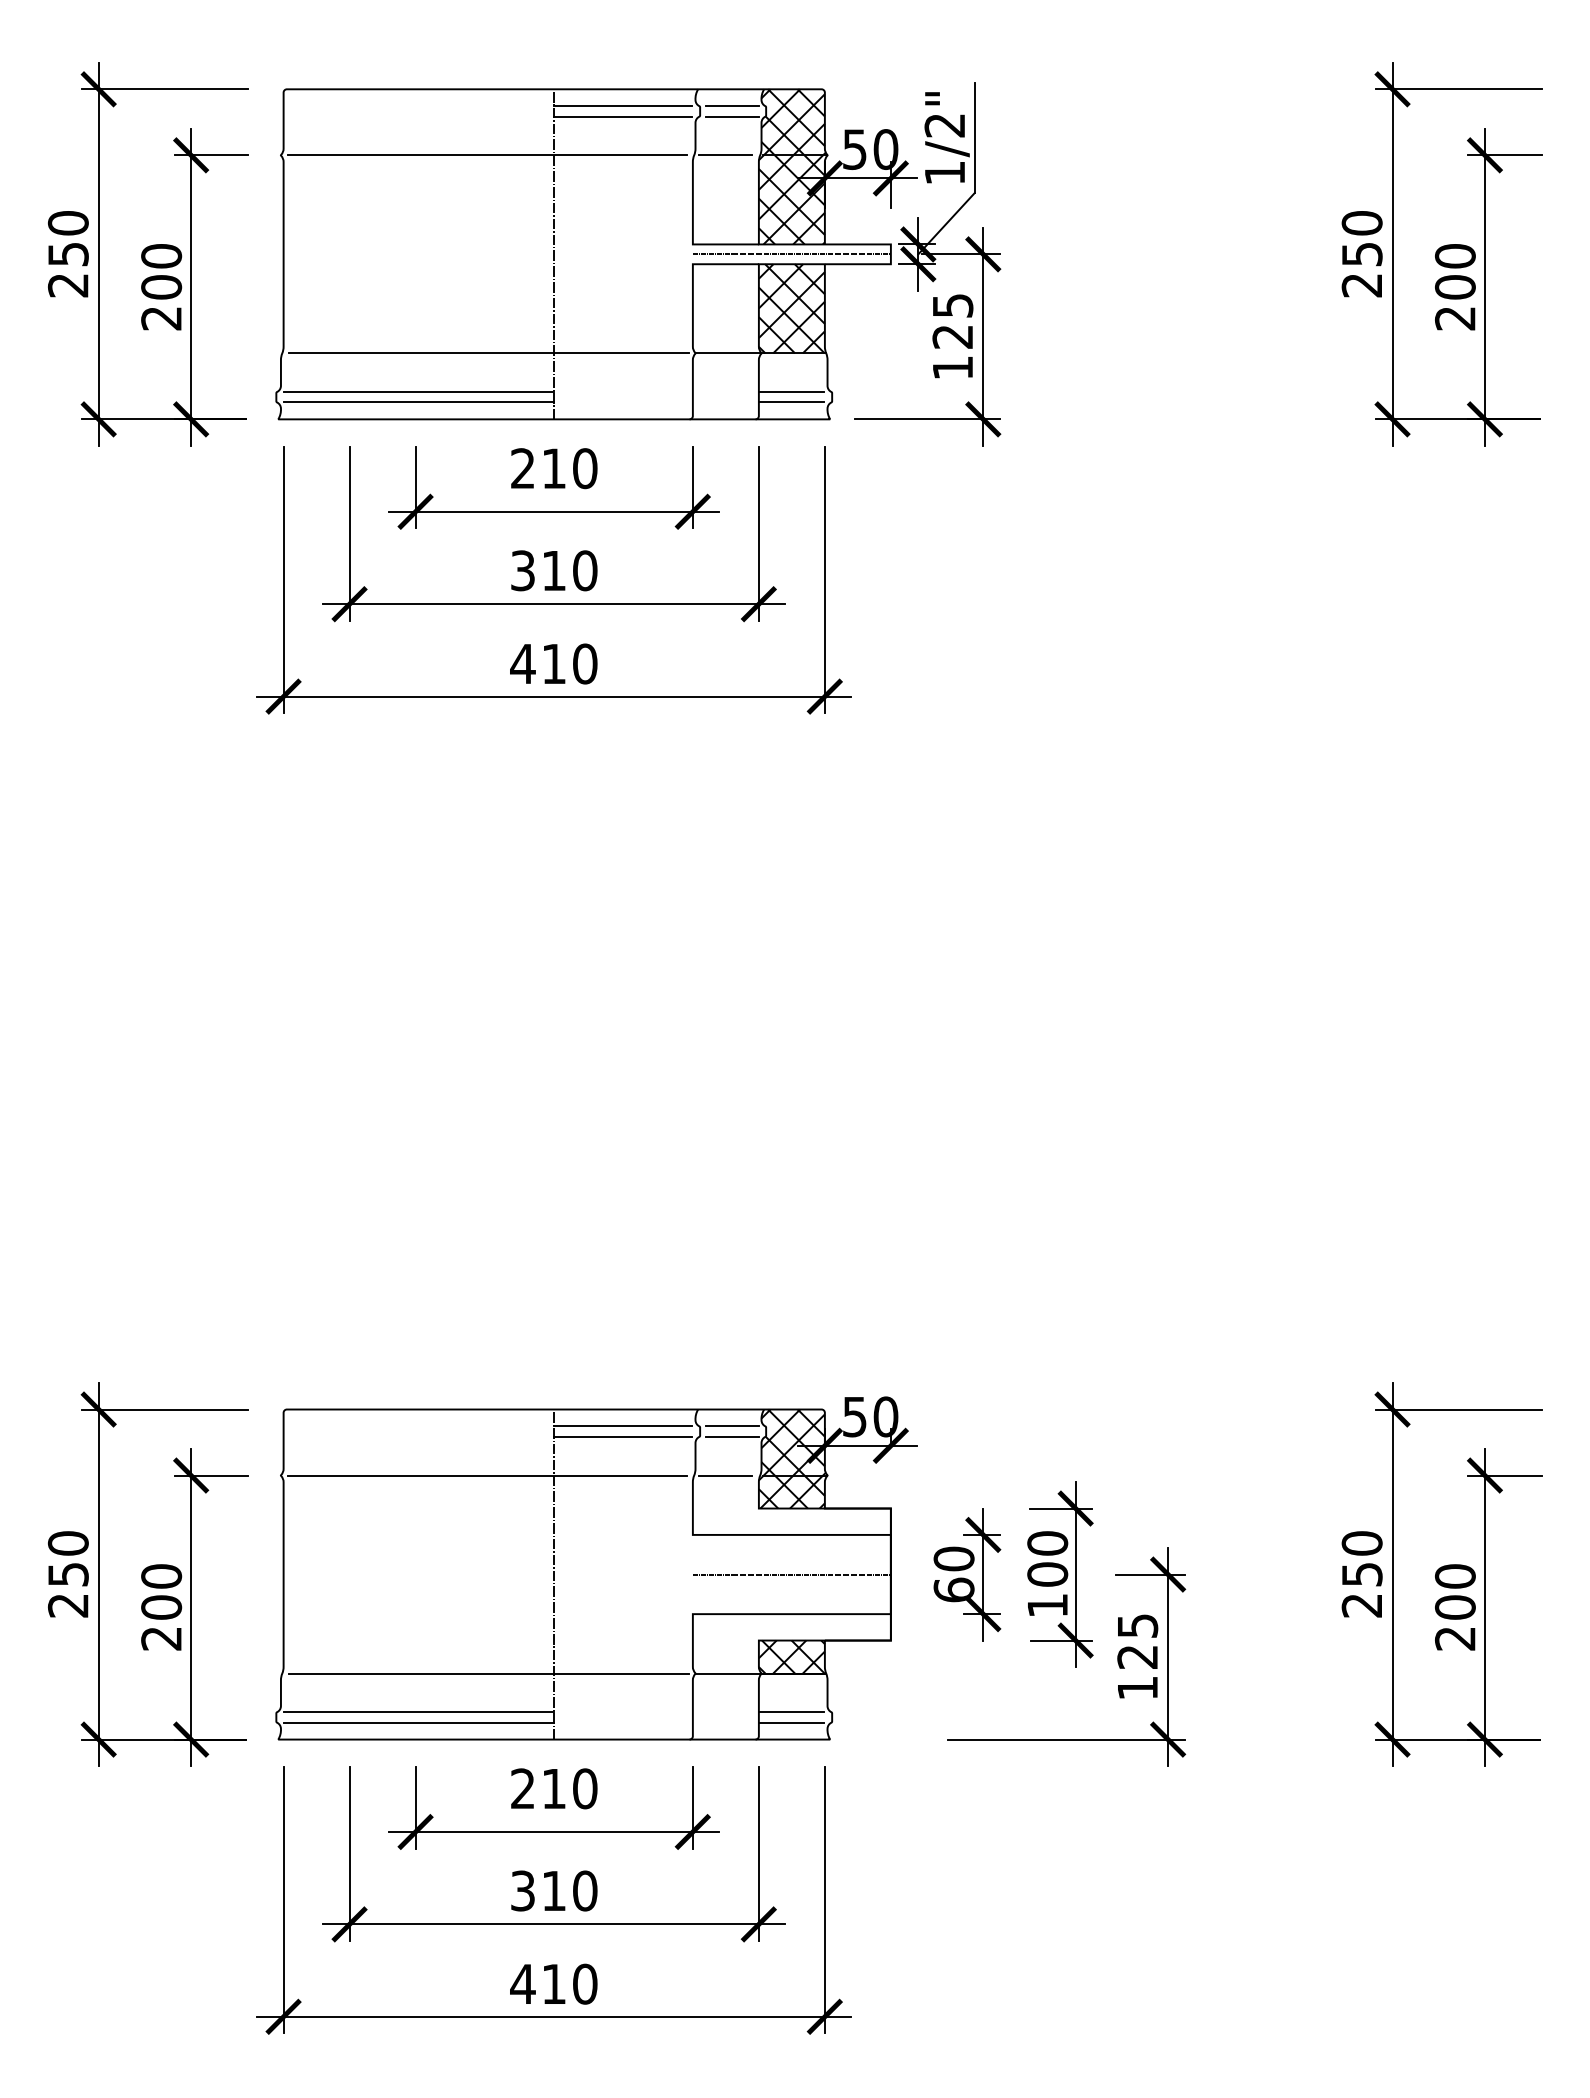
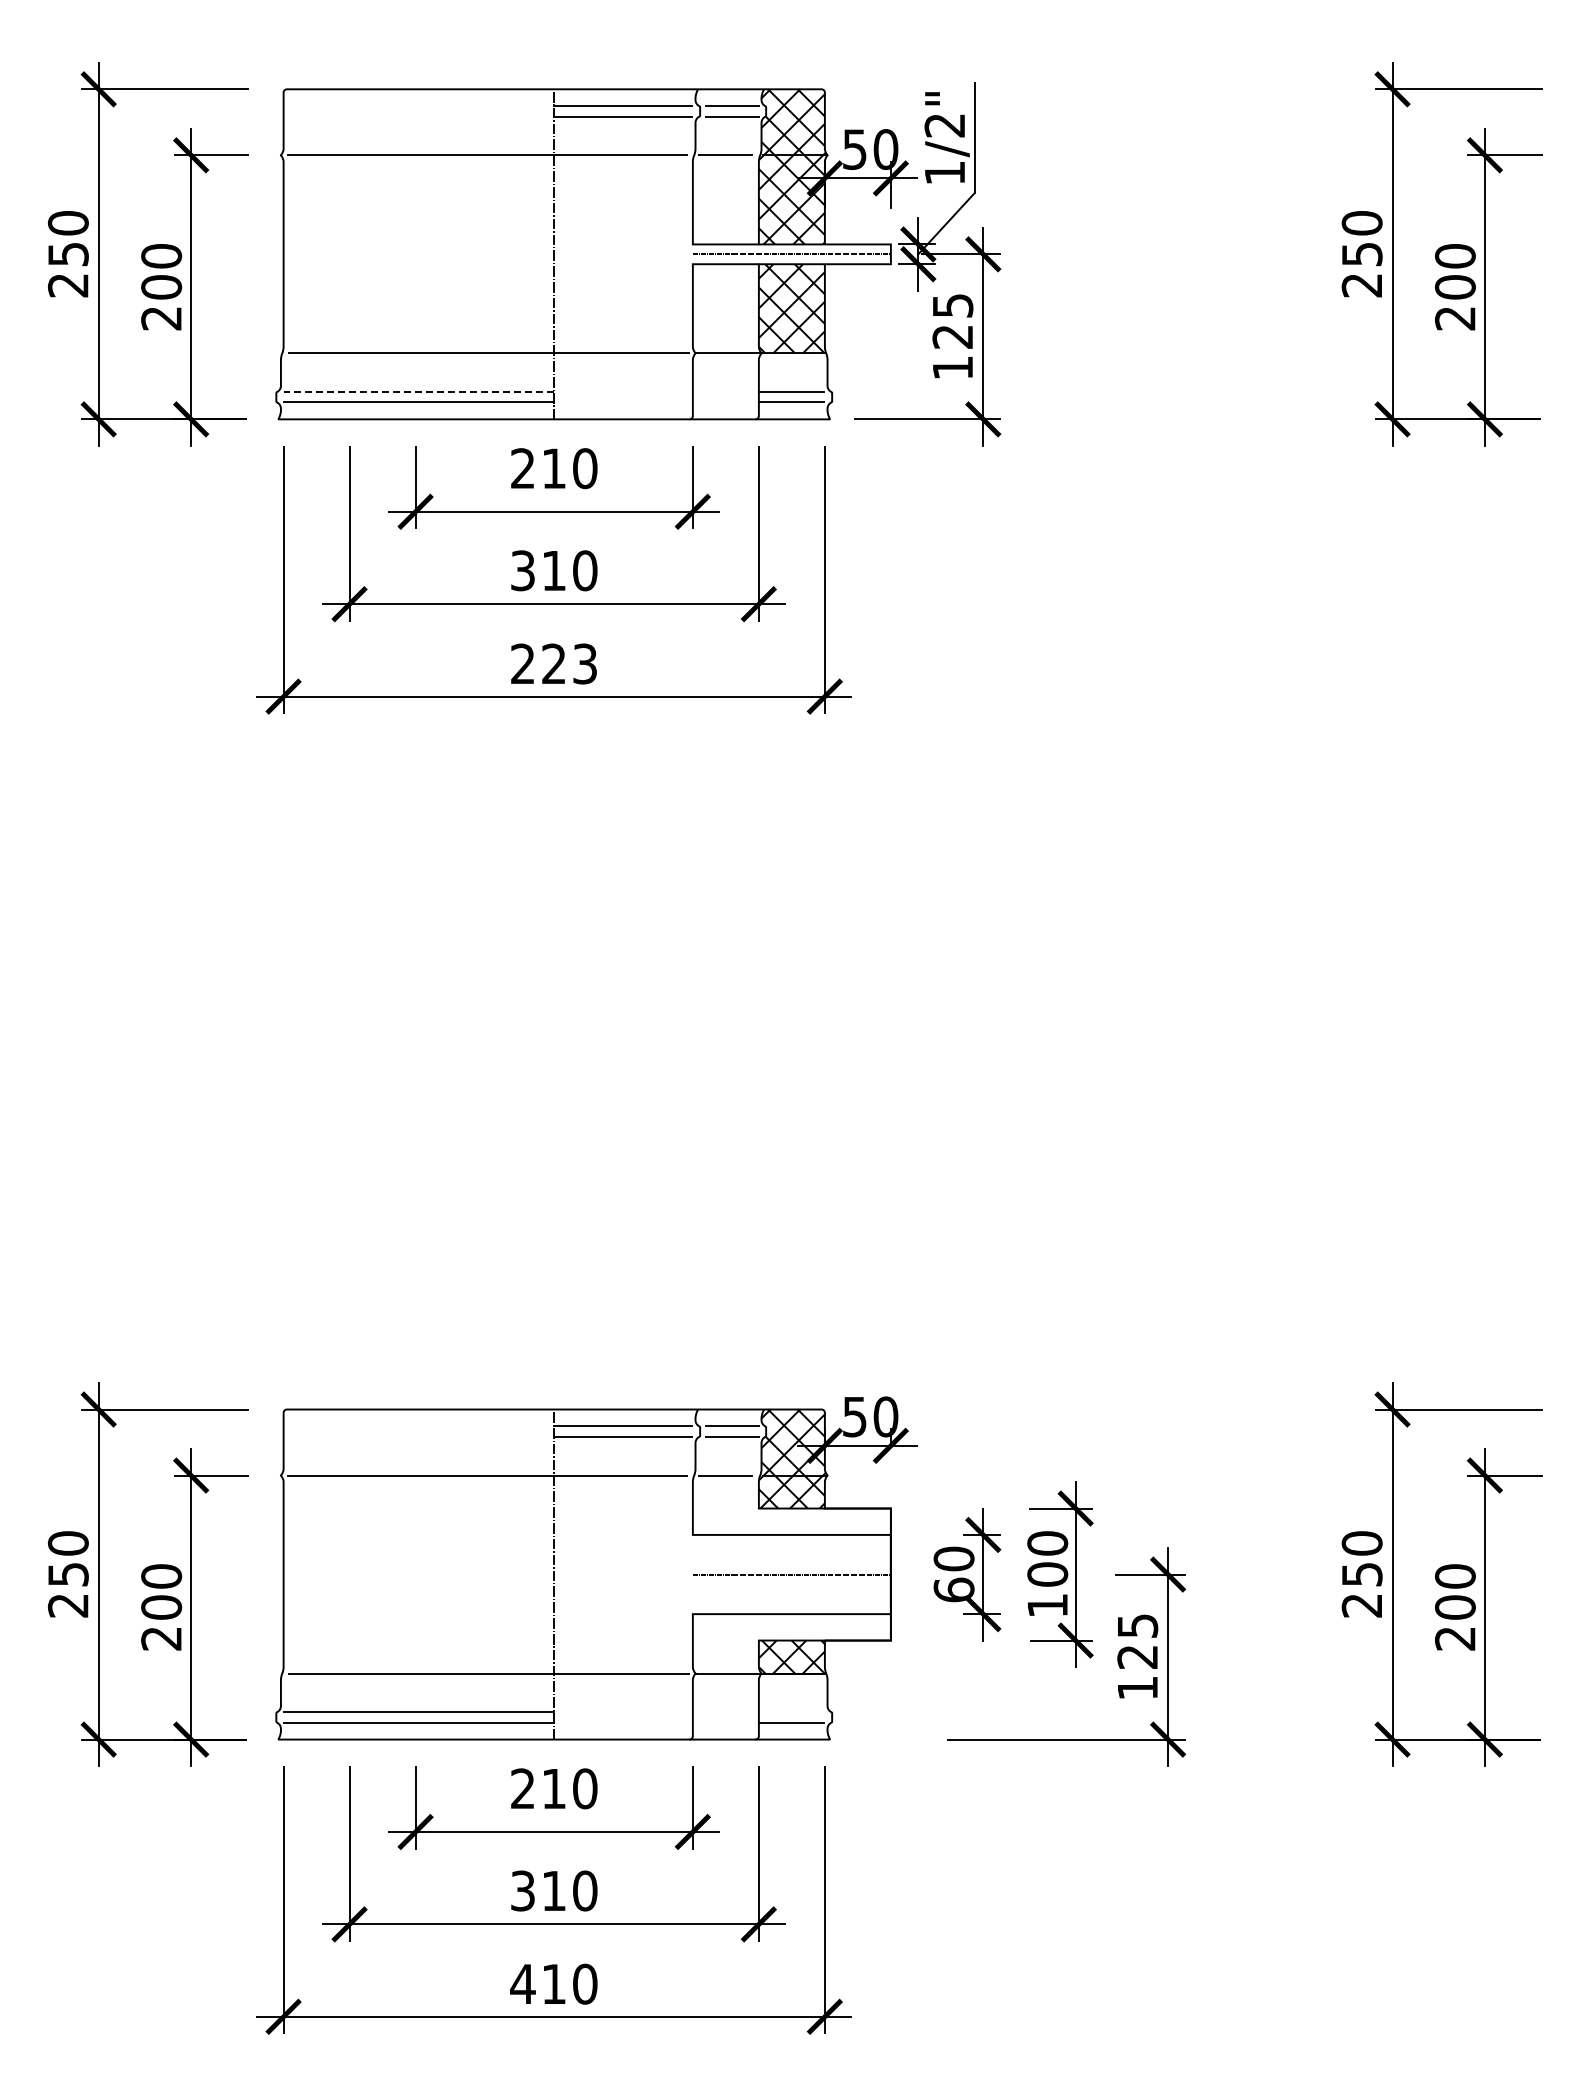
line at (418, 391): solid -> dashed
text at (553, 663): 410 -> 223
line at (791, 1712): present -> none
